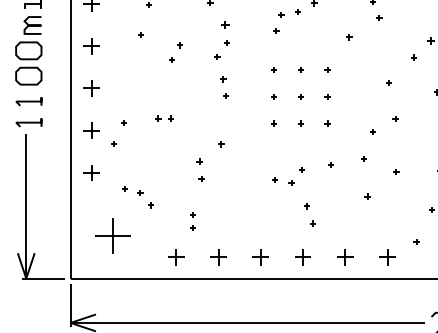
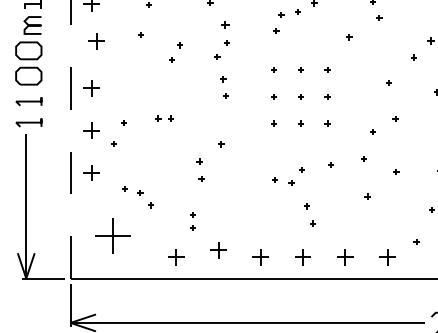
part at (91, 46) position: (91, 46) -> (96, 41)
line at (70, 139): solid -> dashed
part at (218, 257) position: (218, 257) -> (218, 250)
